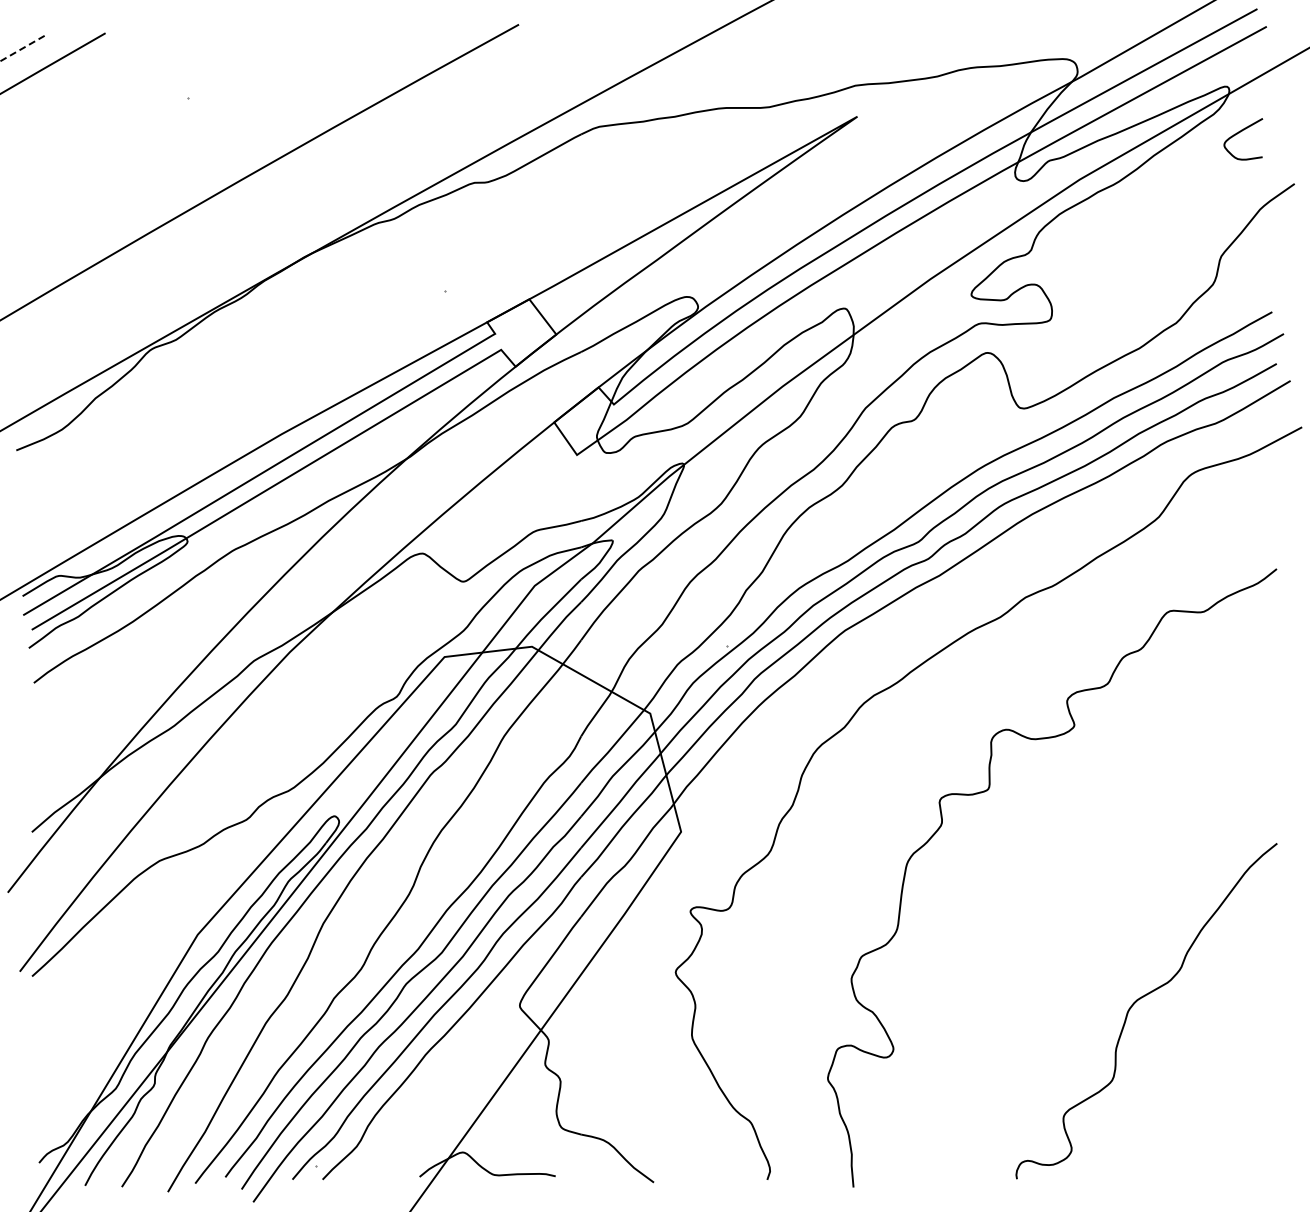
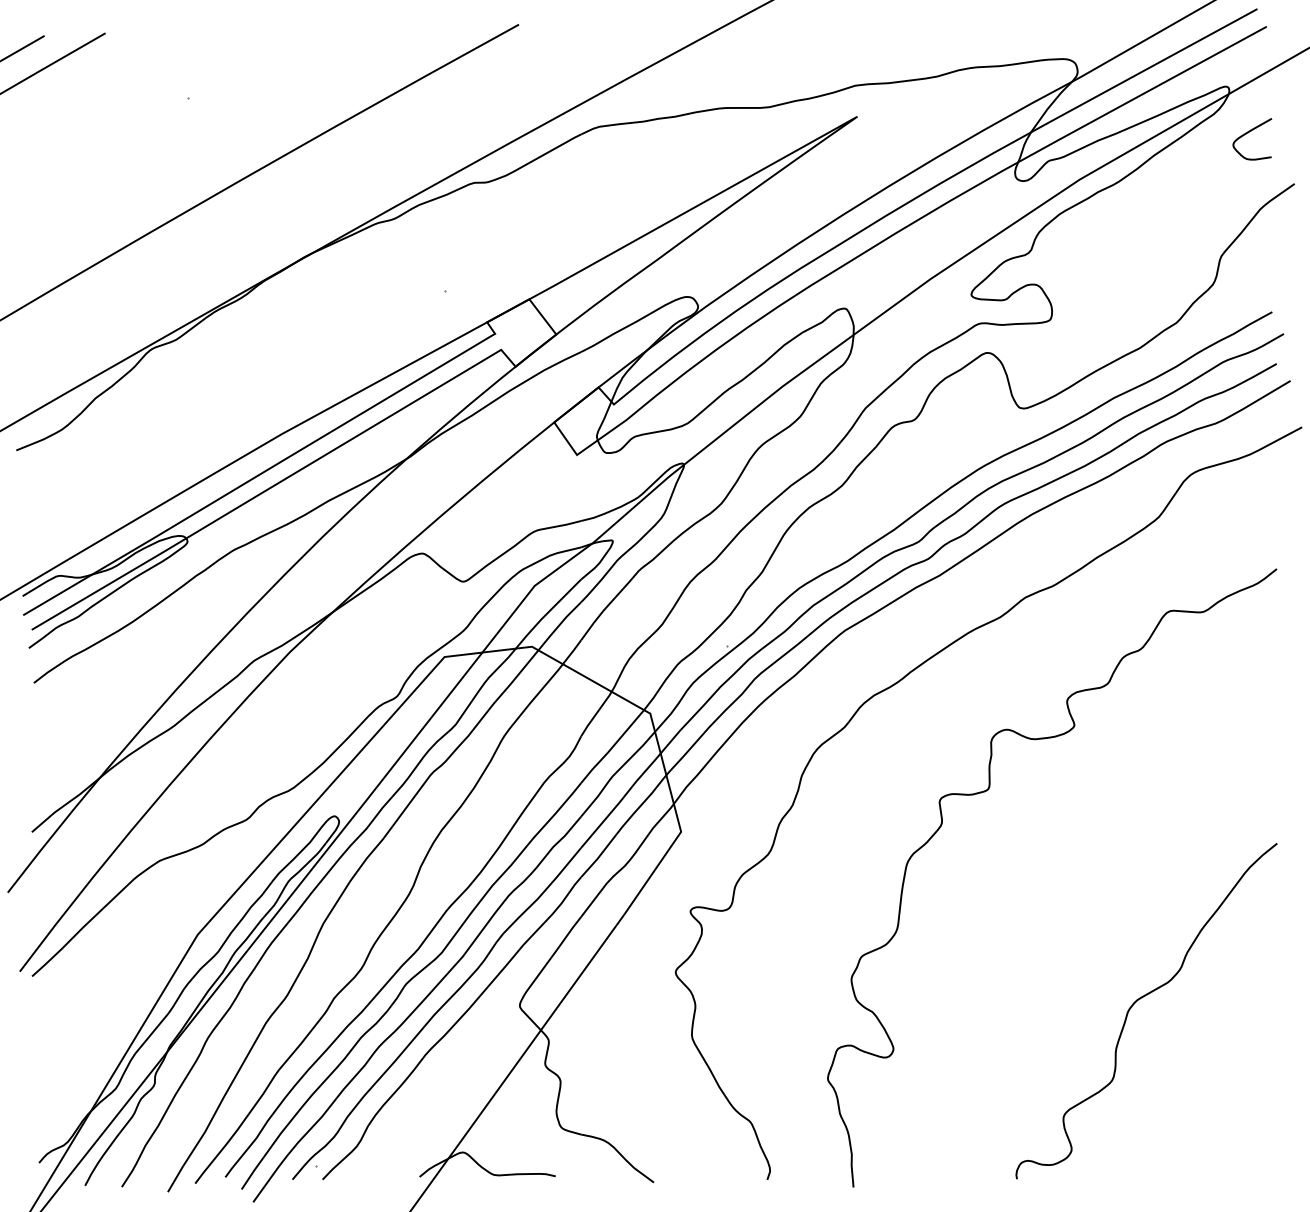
line at (22, 48): dashed -> solid
curve at (1239, 133) position: (1239, 133) -> (1248, 133)
